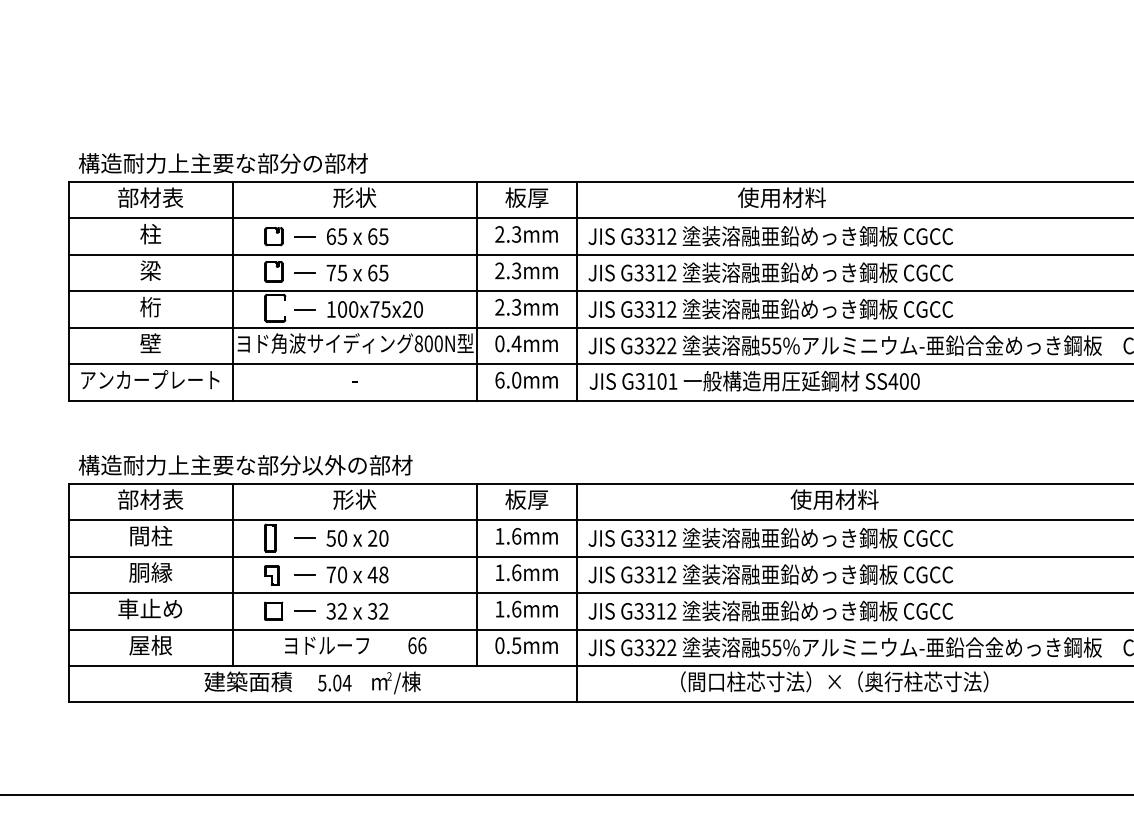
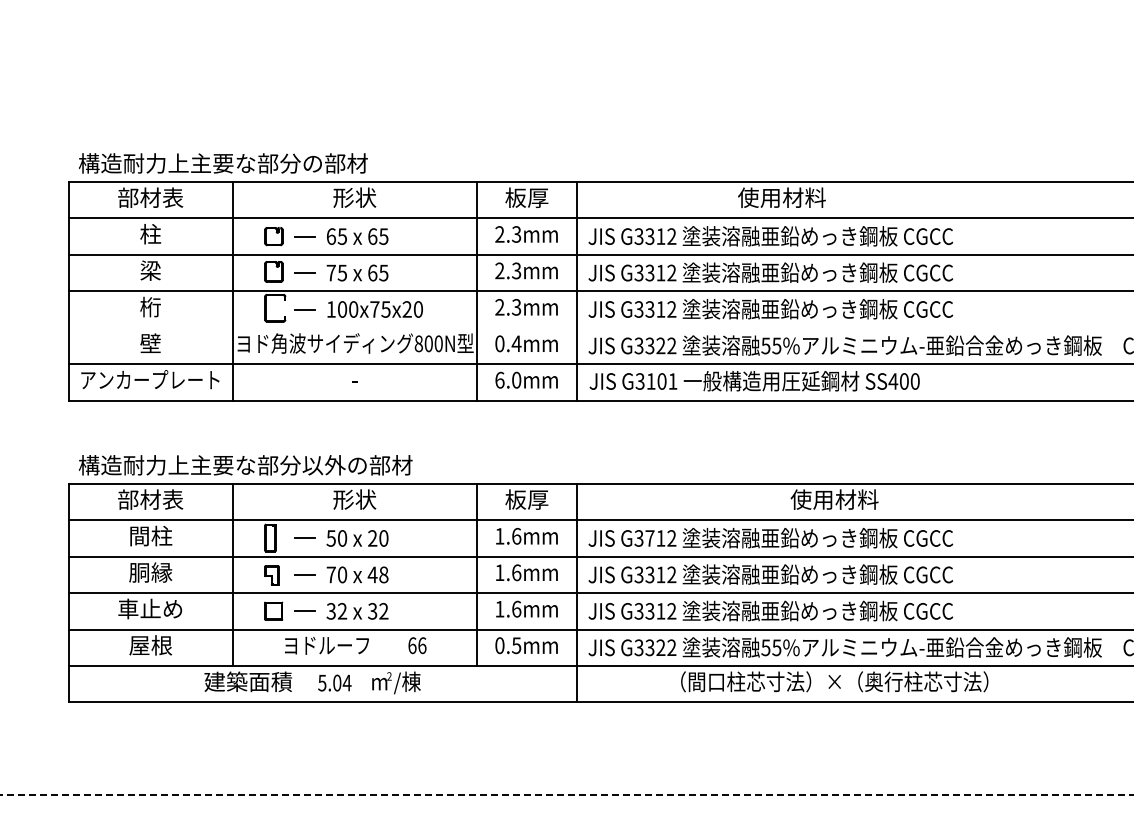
line at (599, 327): present -> none
text at (649, 538): G3312 -> G3712
line at (567, 795): solid -> dashed
